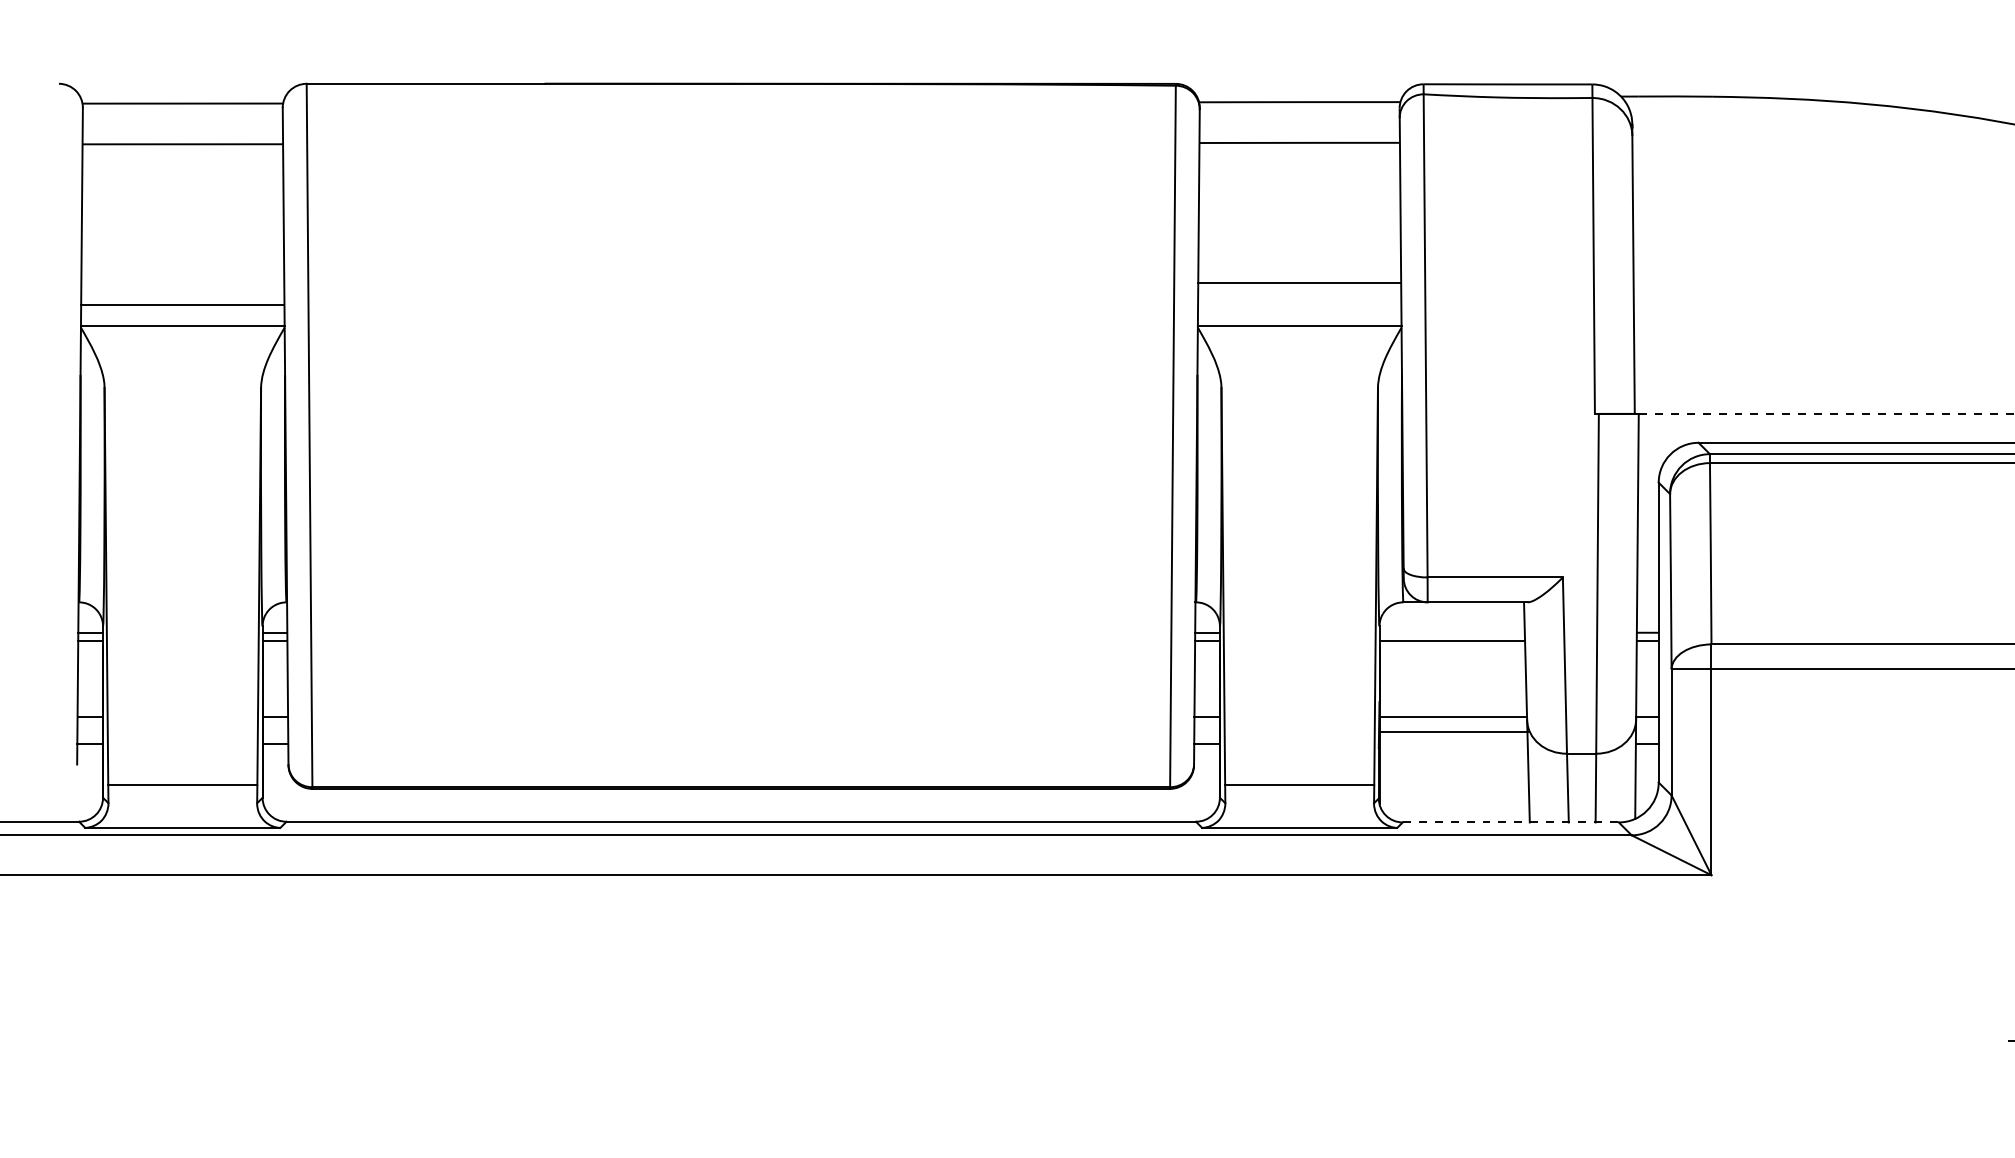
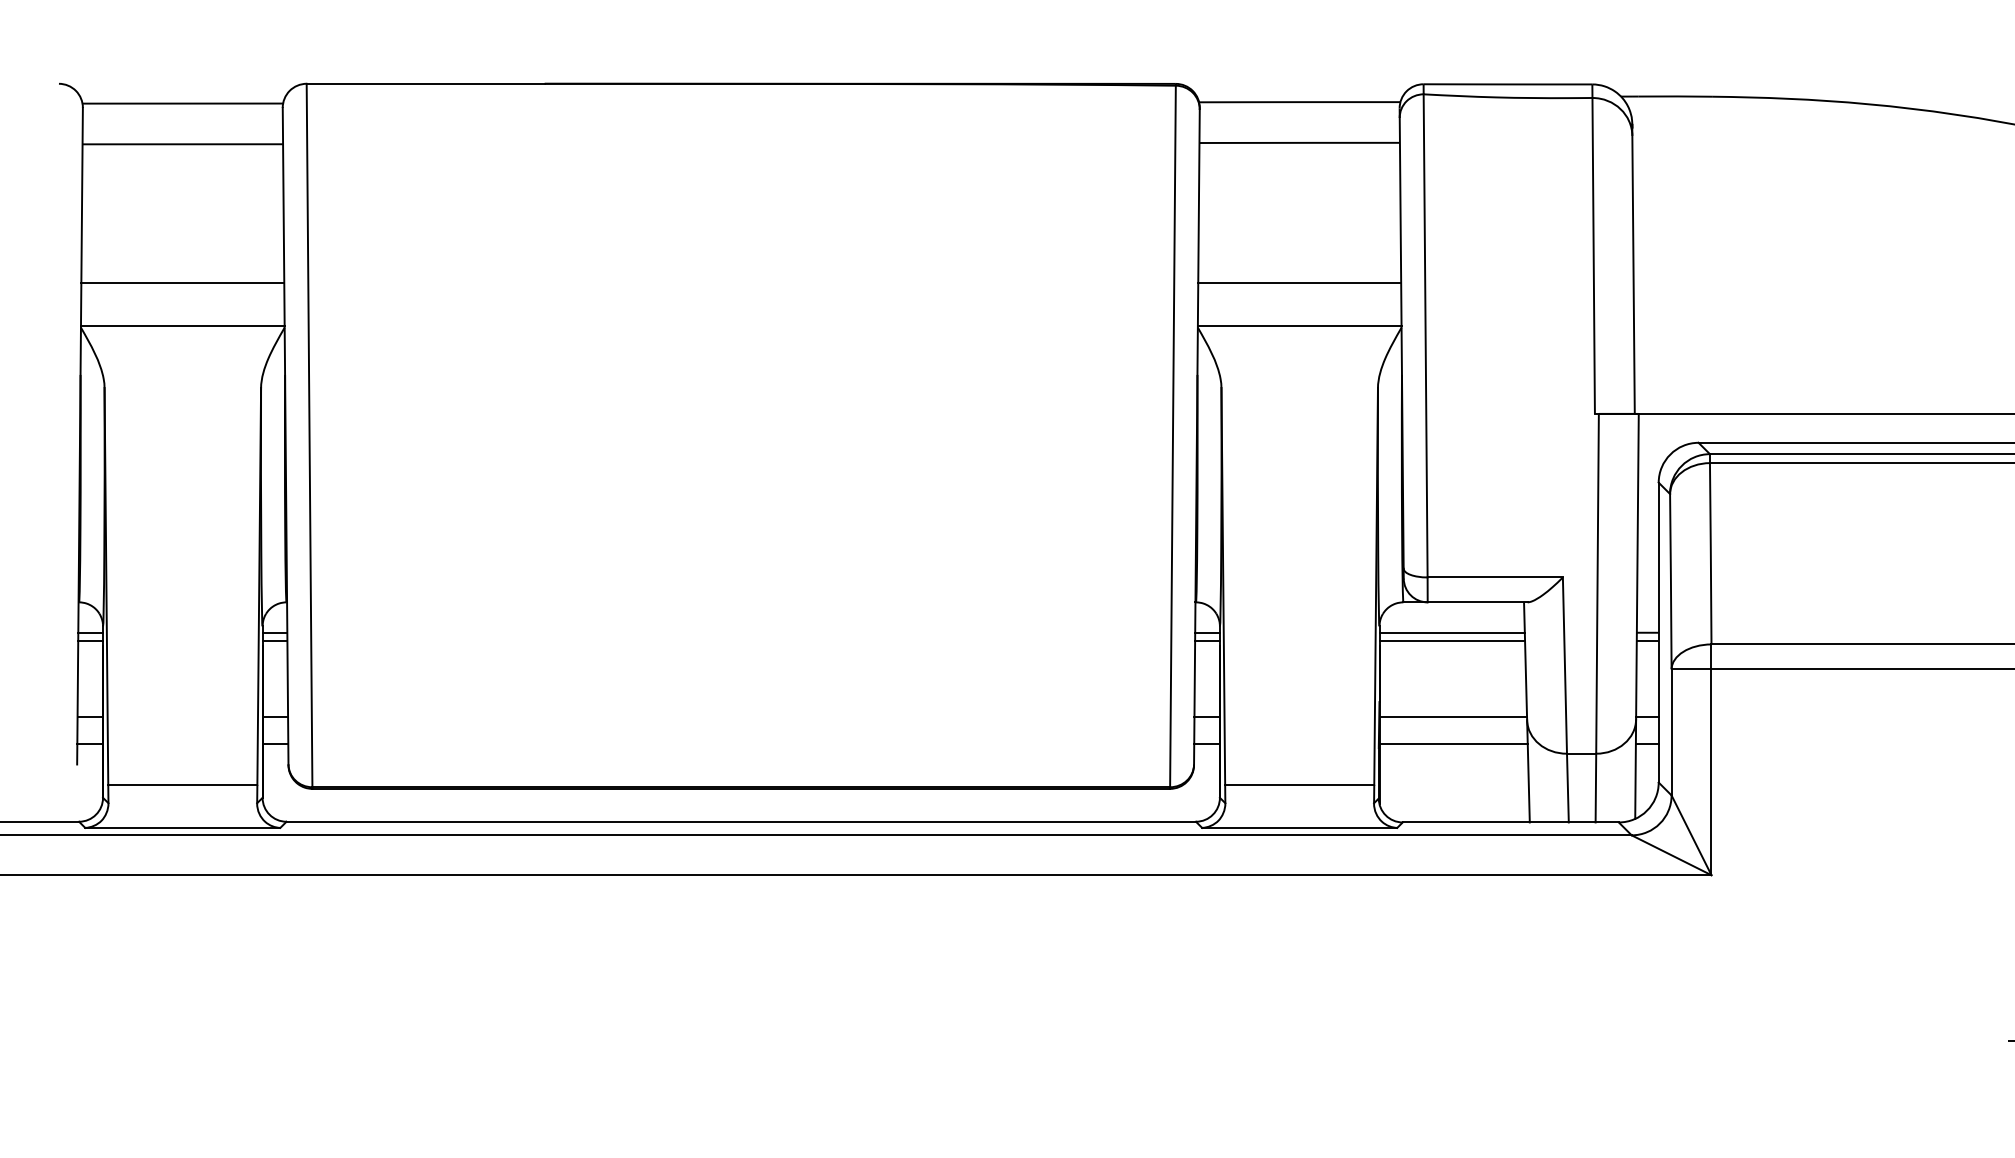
line at (182, 305) position: (182, 305) -> (182, 283)
line at (1826, 413): dashed -> solid
line at (1451, 632): none -> present
line at (1453, 731) position: (1453, 731) -> (1453, 743)
line at (1511, 822): dashed -> solid
